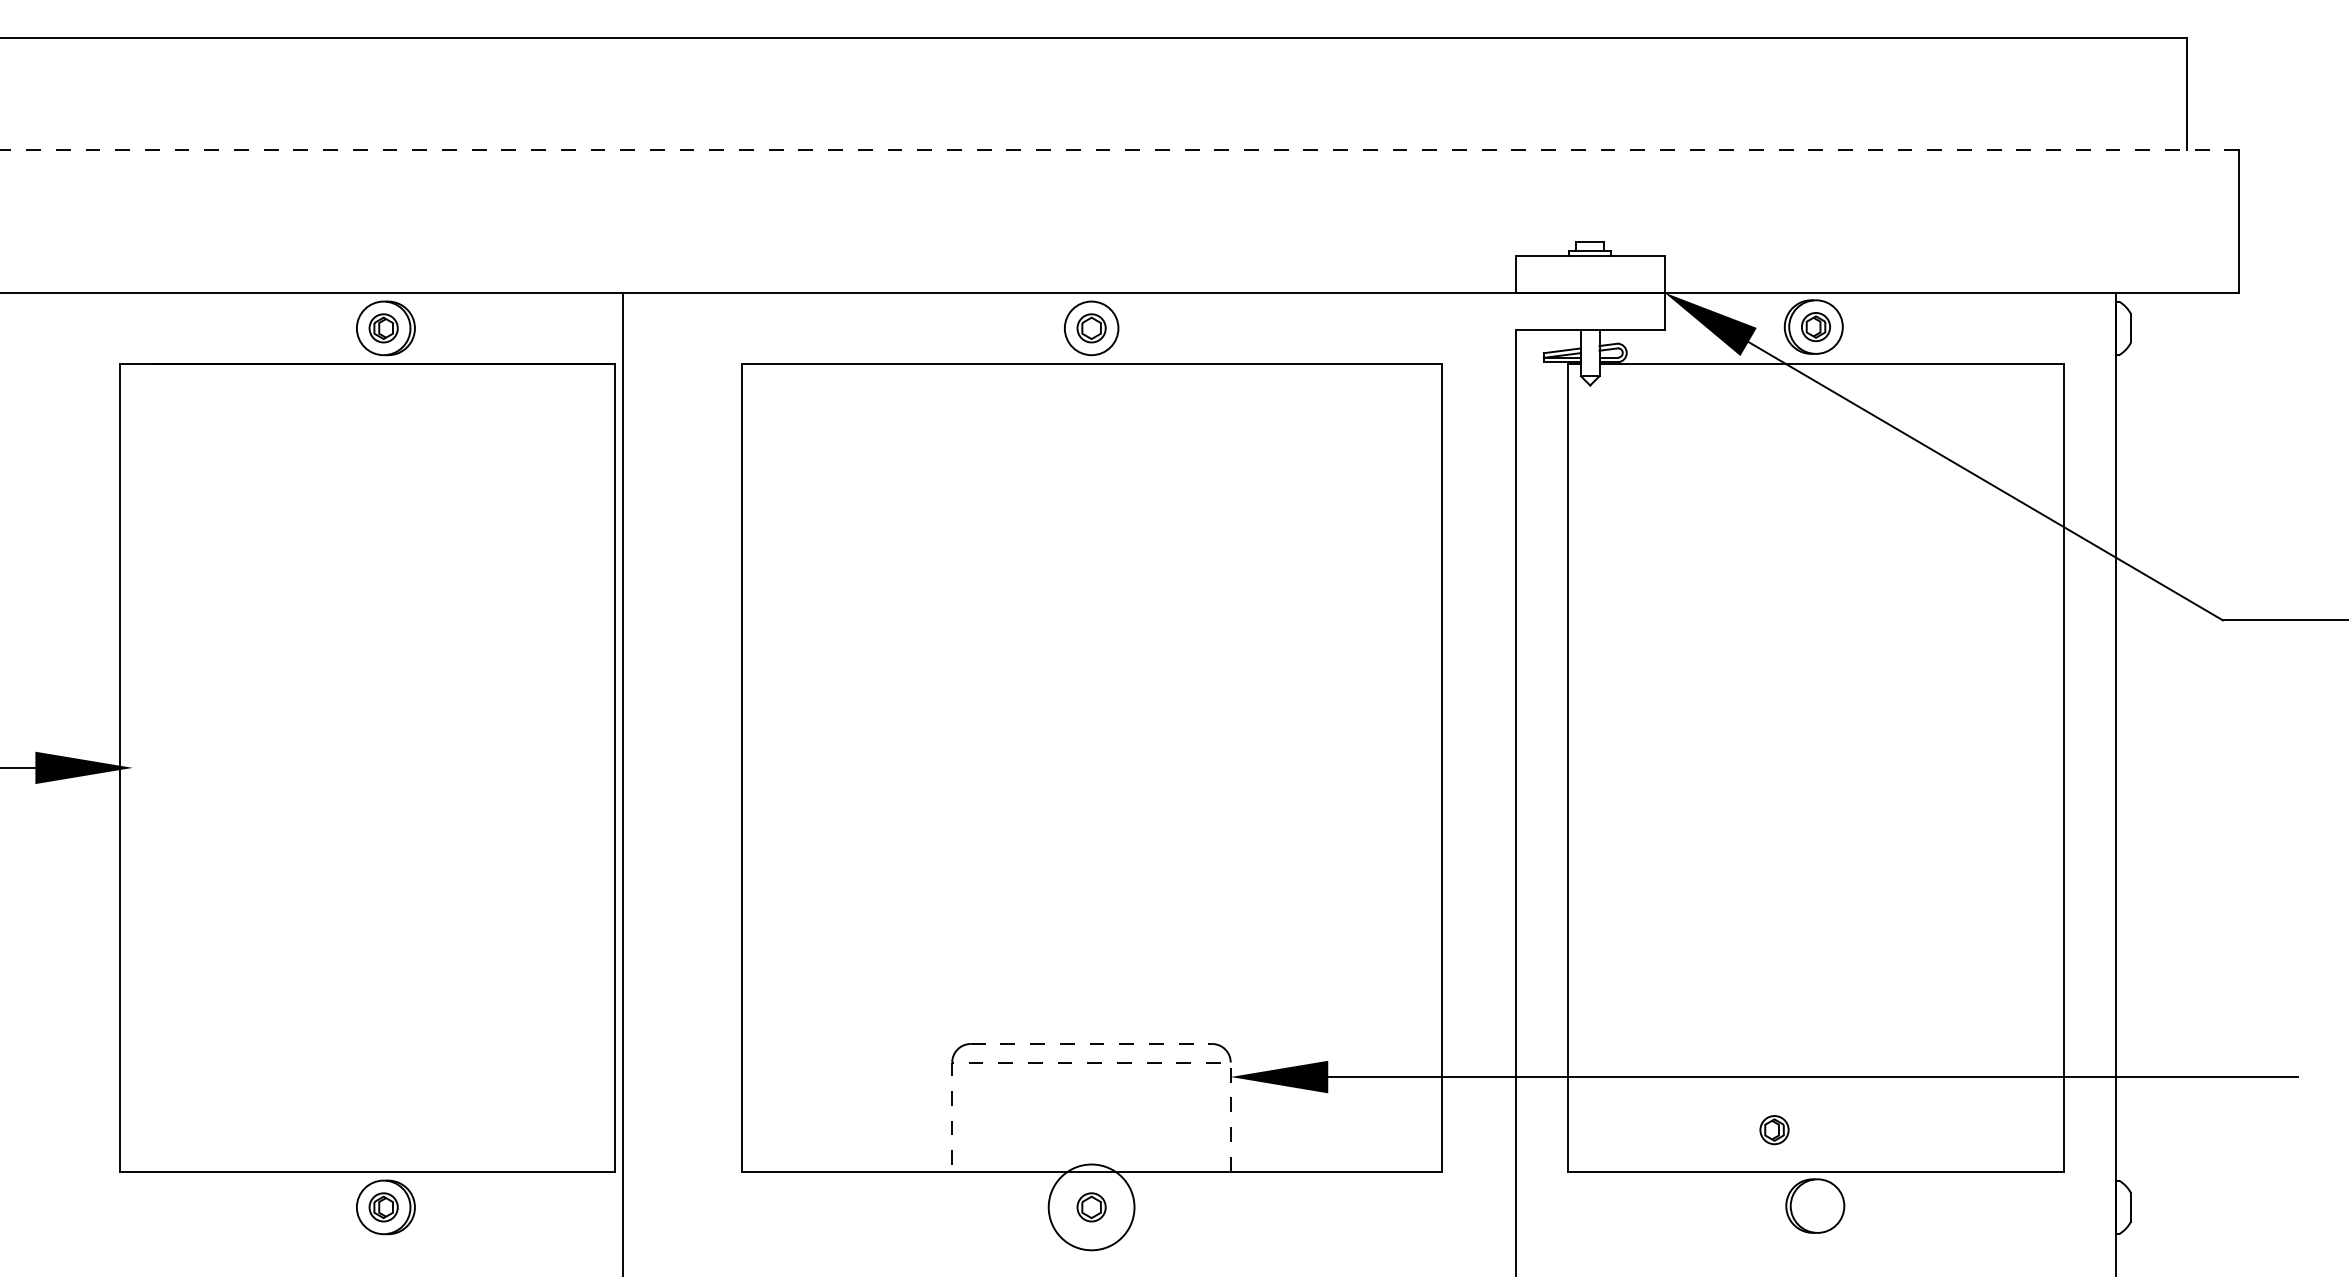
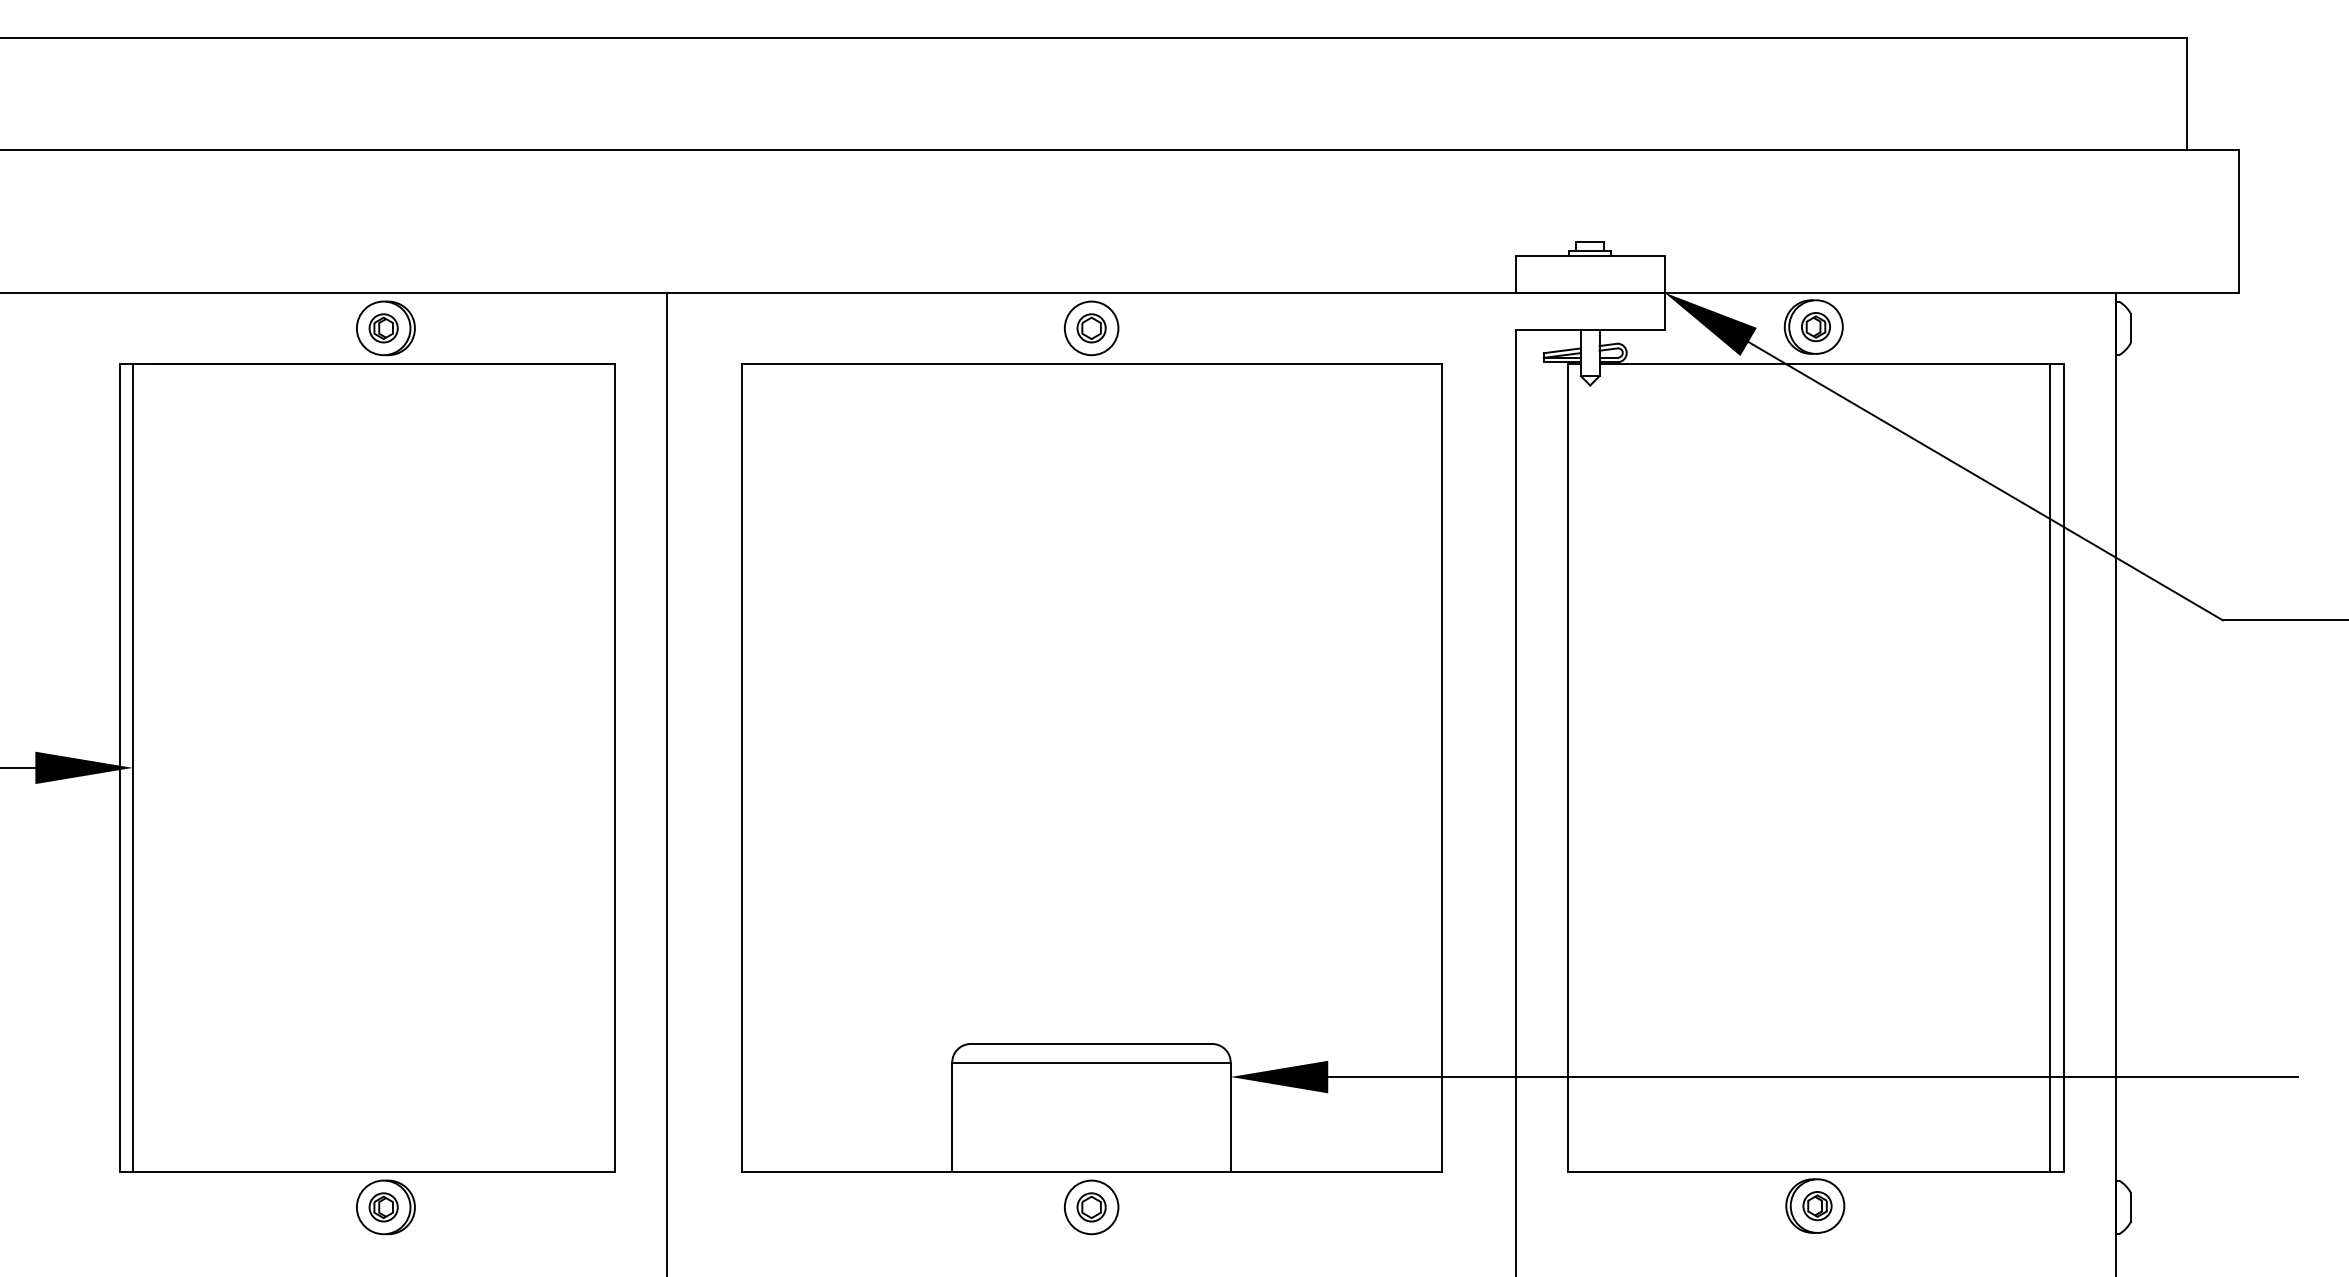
line at (1119, 149): dashed -> solid
line at (132, 767): none -> present
line at (2050, 767): none -> present
line at (623, 782) position: (623, 782) -> (667, 782)
line at (1091, 1043): dashed -> solid
line at (1090, 1062): dashed -> solid
part at (1774, 1130) position: (1774, 1130) -> (1817, 1206)
circle at (1091, 1207) diameter: 86 px -> 54 px
